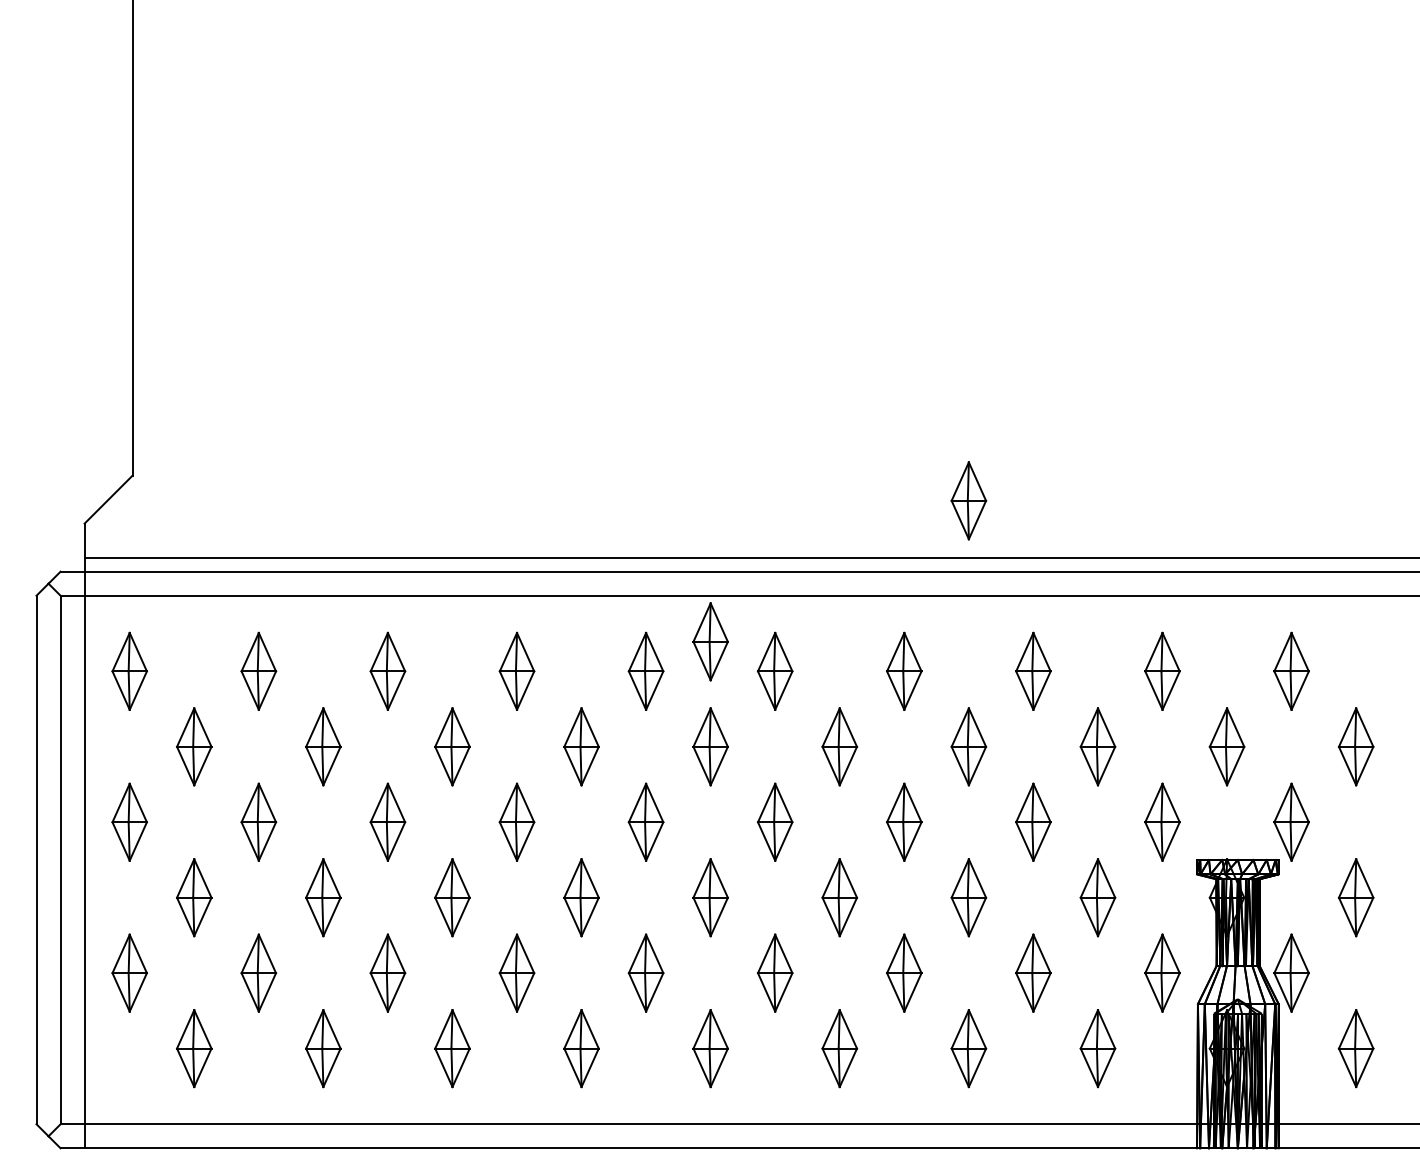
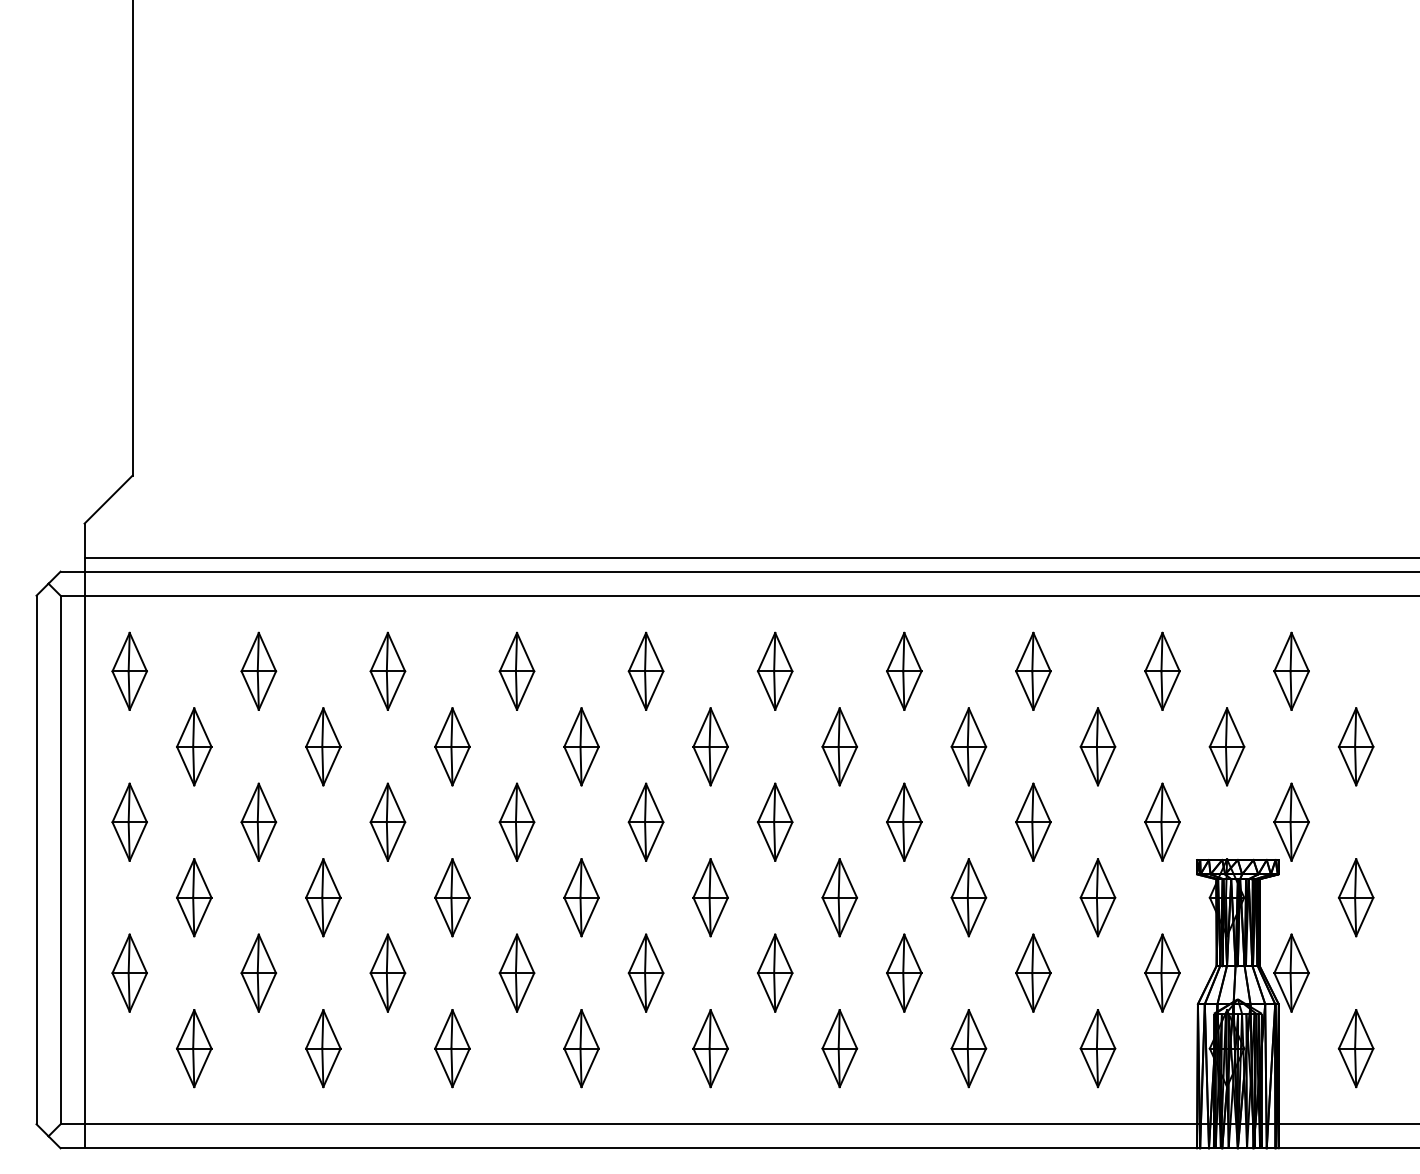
part at (968, 500): present -> none
part at (710, 641): present -> none
